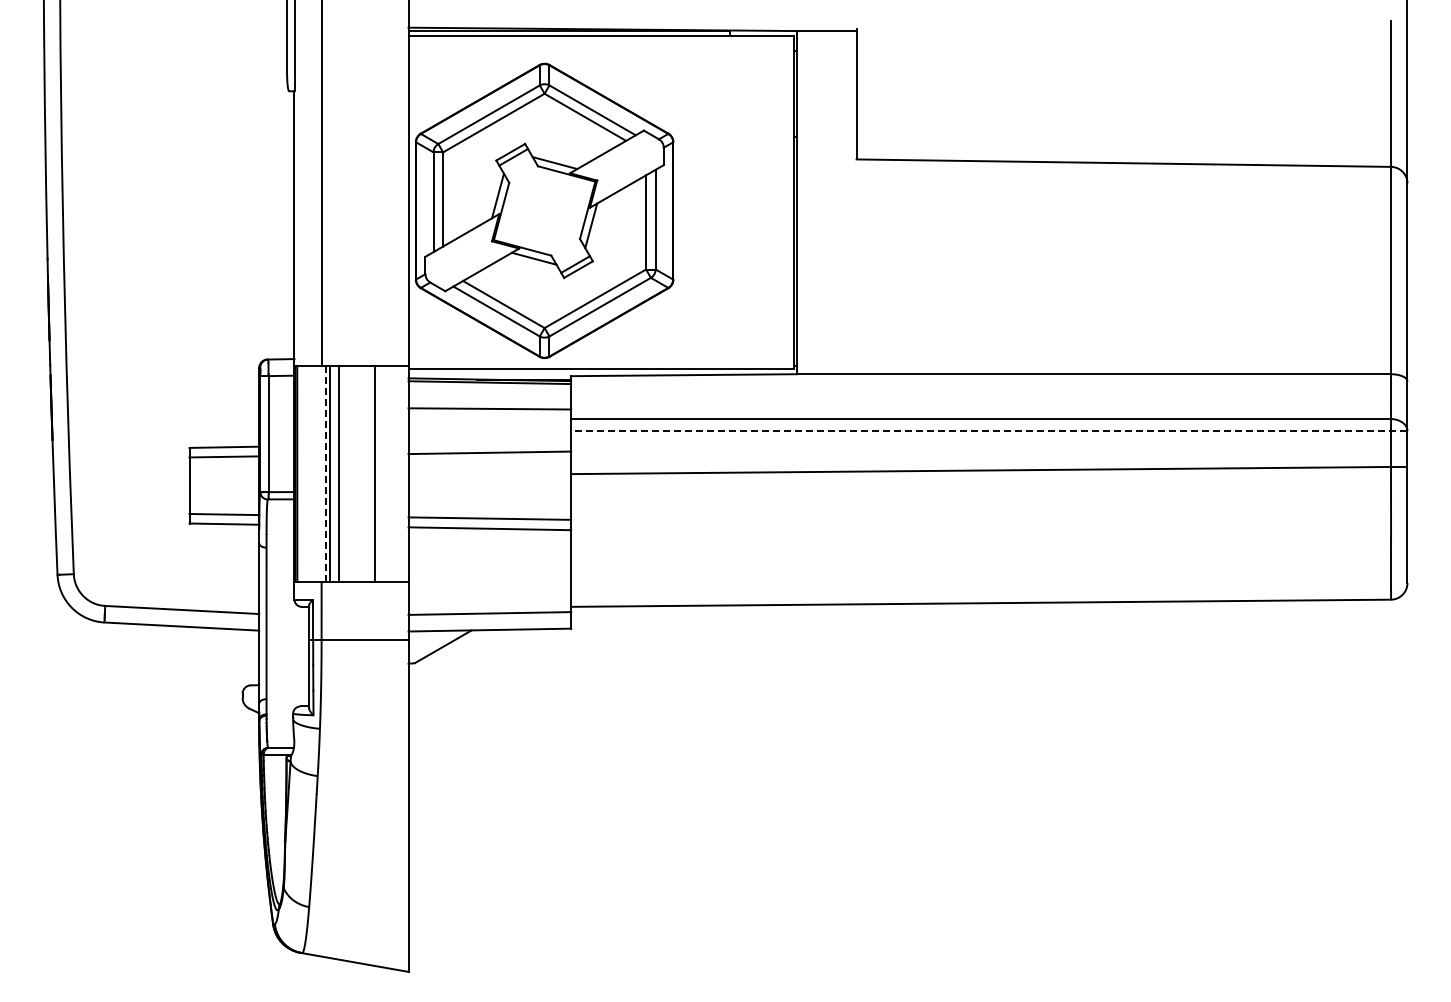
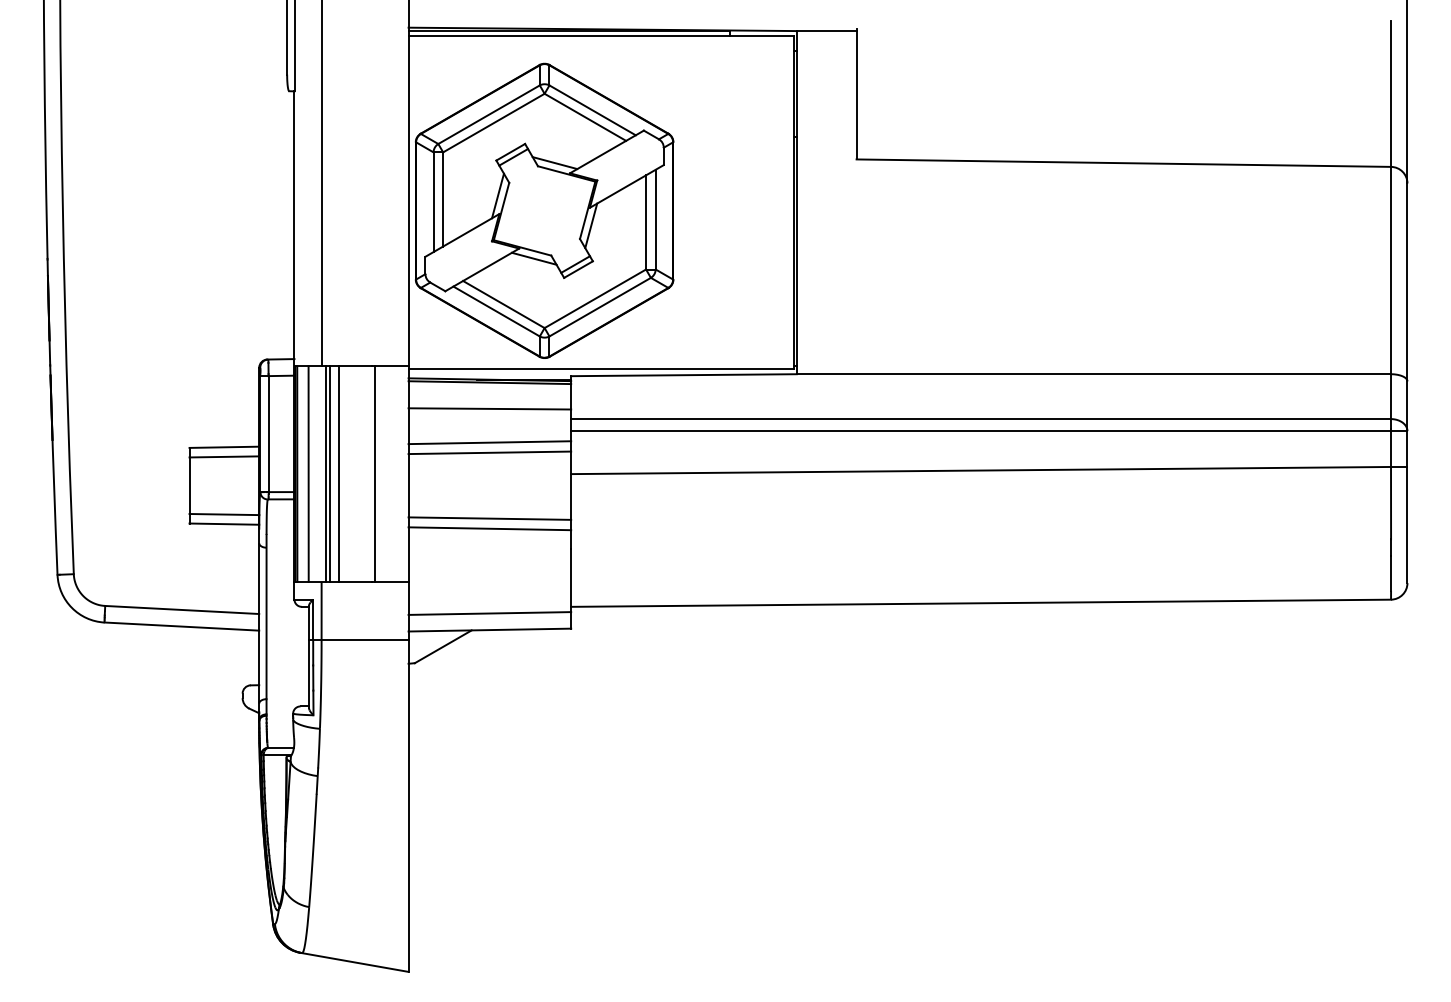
line at (988, 431): dashed -> solid
line at (489, 442): none -> present
line at (308, 473): none -> present
line at (325, 474): dashed -> solid
